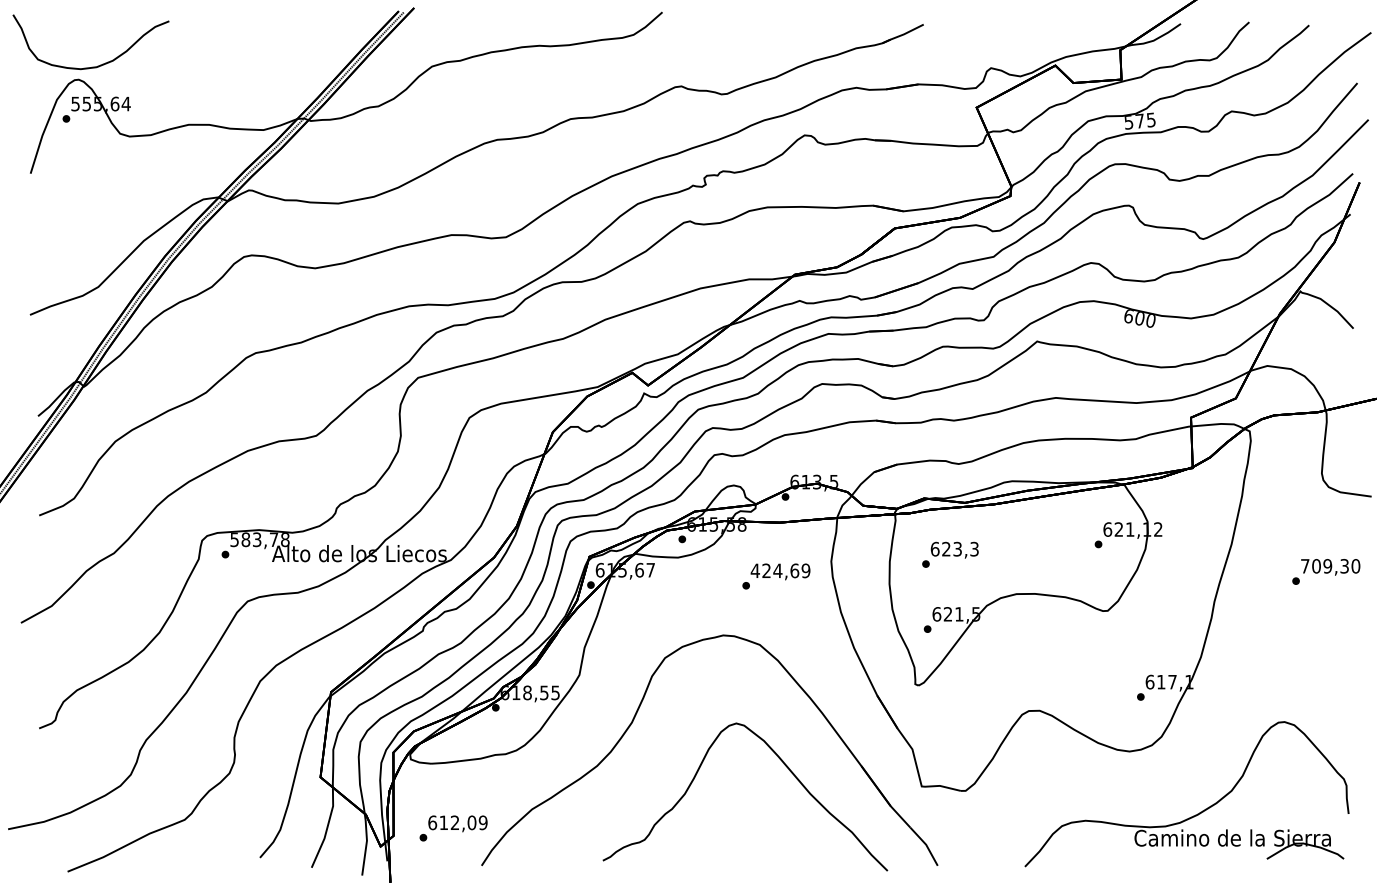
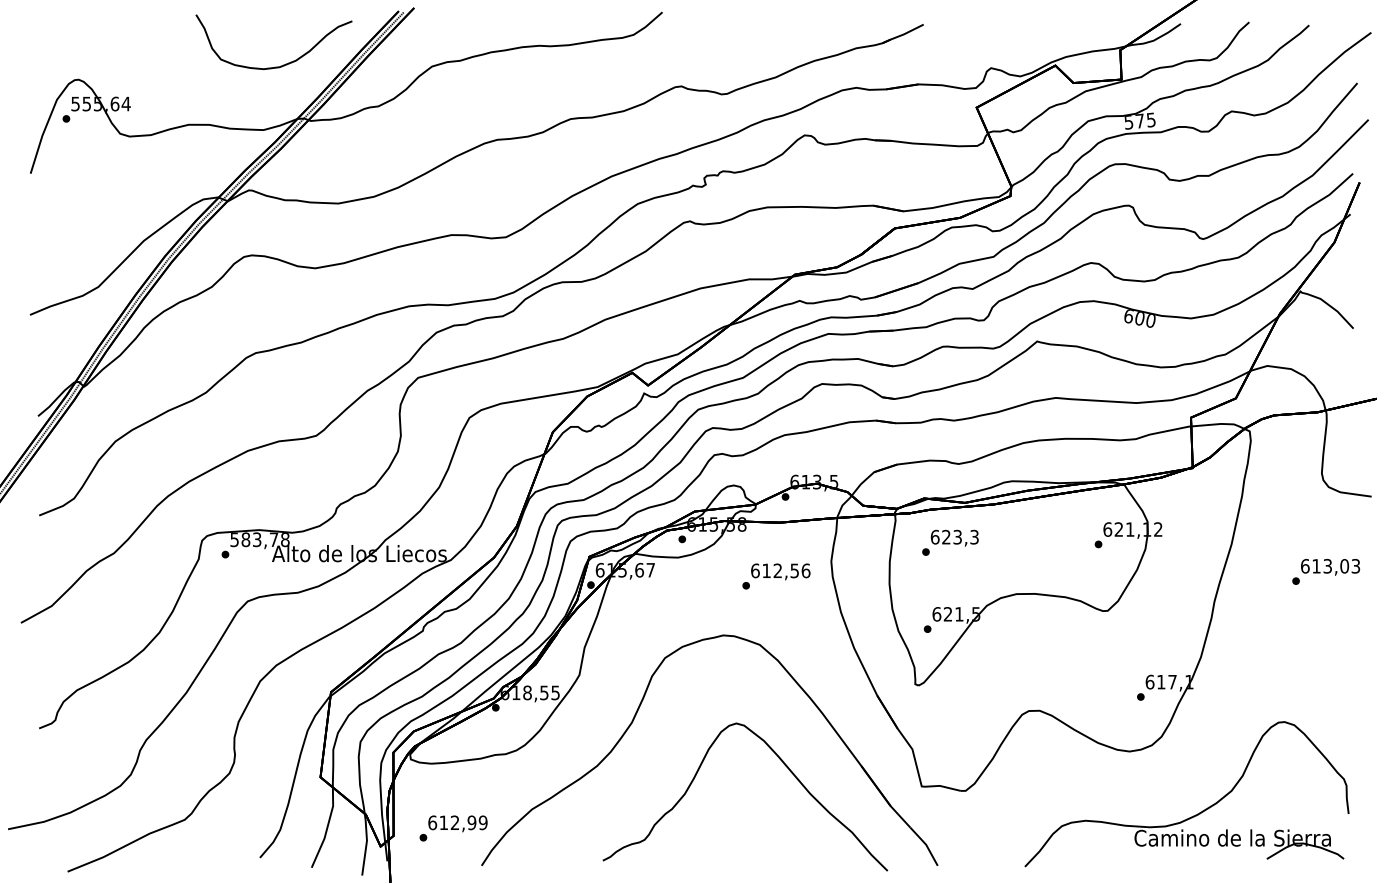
part at (97, 65) position: (97, 65) -> (280, 65)
text at (950, 554) position: (950, 554) -> (950, 542)
text at (1330, 566): 709,30 -> 613,03
text at (780, 570): 424,69 -> 612,56
text at (471, 822): 612,09 -> 612,99
